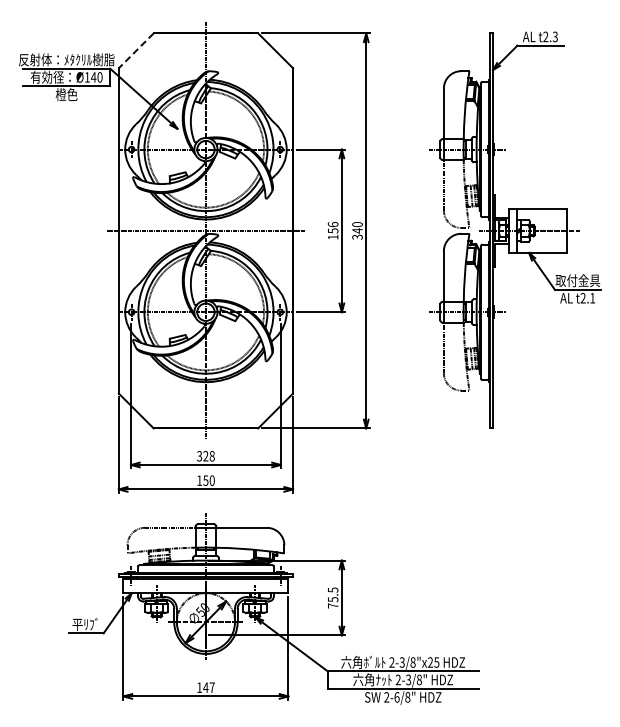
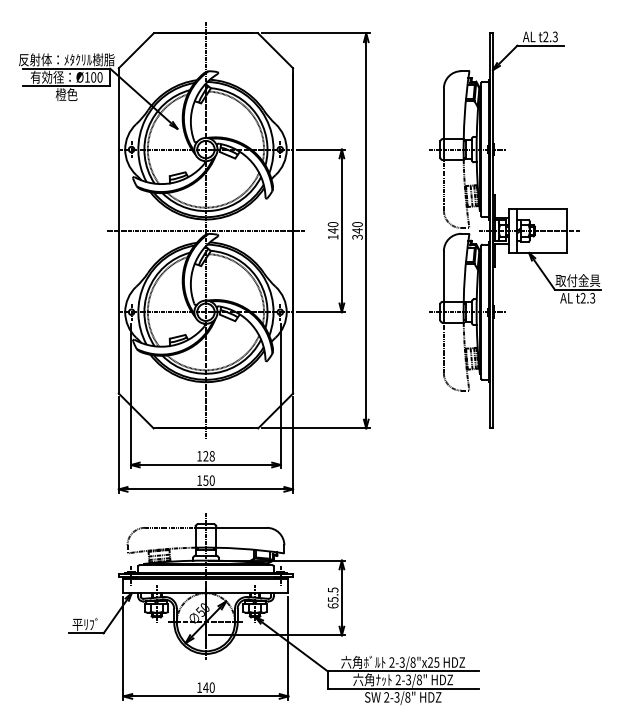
line at (136, 50): dashed -> solid
text at (93, 77): Ø140 -> Ø100
text at (332, 227): 156 -> 140
text at (592, 297): t2.1 -> t2.3
text at (199, 455): 328 -> 128
text at (332, 605): 75.5 -> 65.5
text at (211, 687): 147 -> 140
text at (396, 697): 2-6/8" -> 2-3/8"
